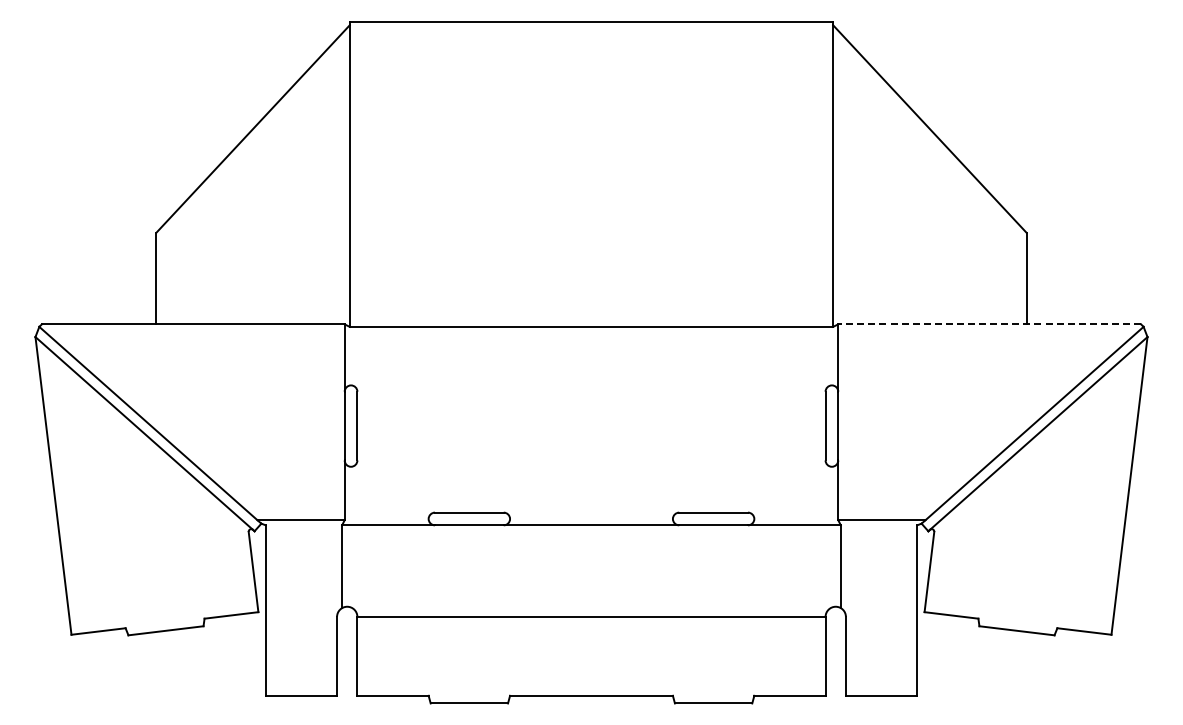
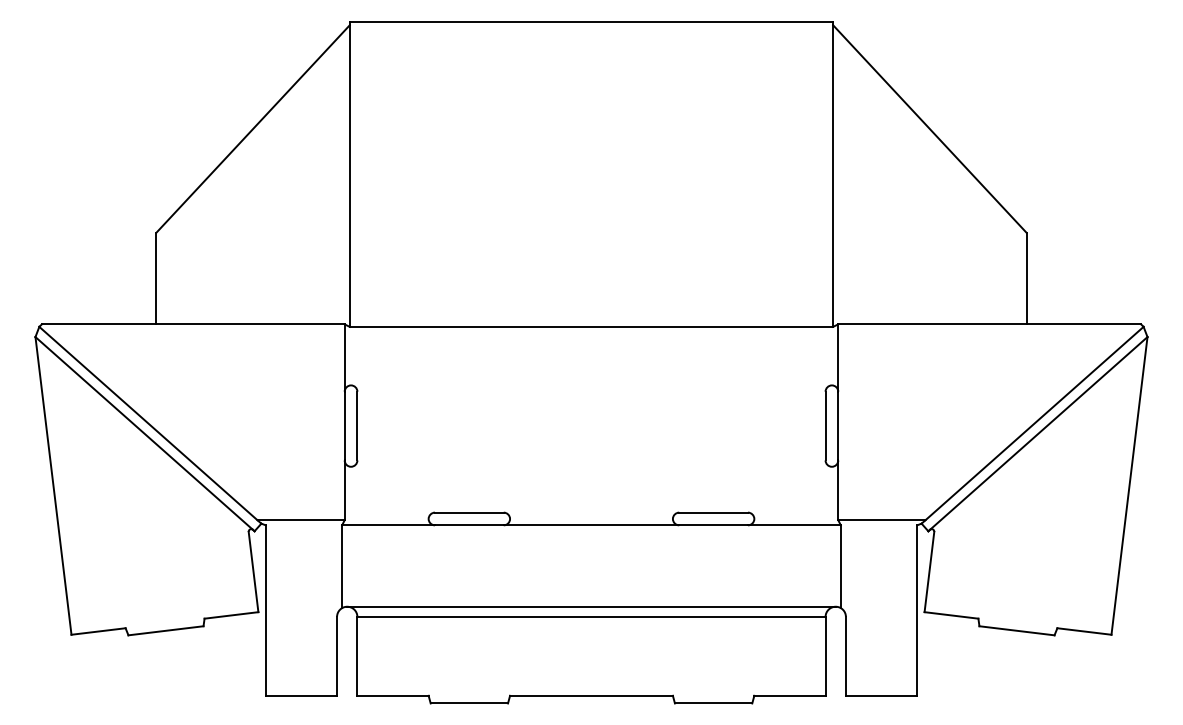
line at (989, 324): dashed -> solid
line at (591, 606): none -> present
